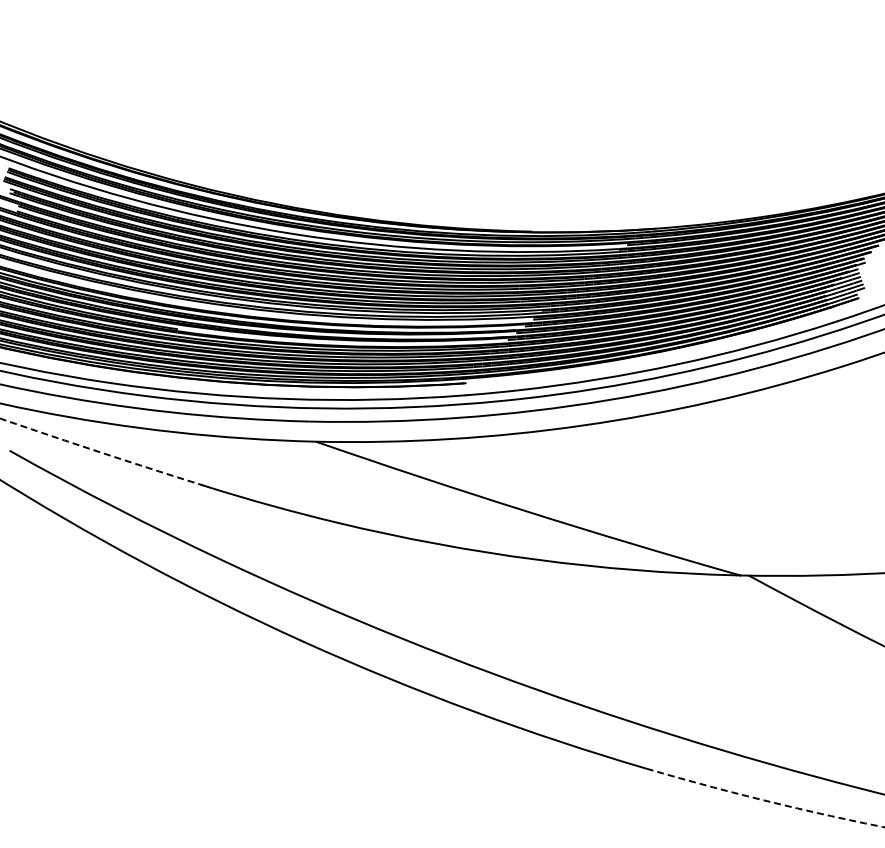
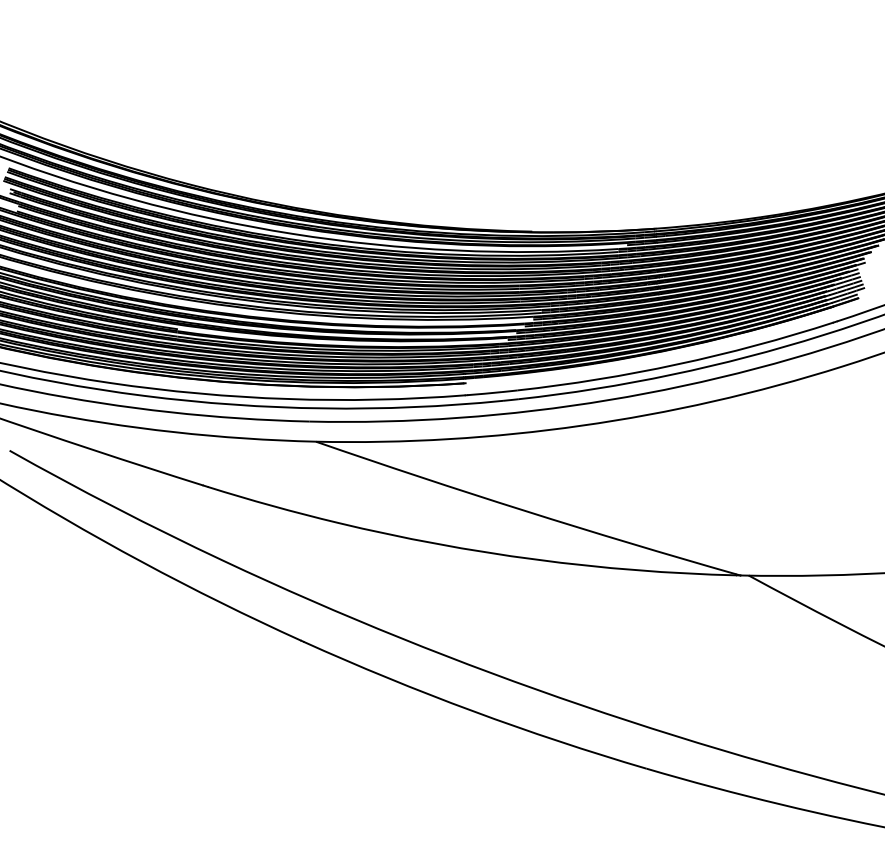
arc at (101, 452): dashed -> solid
arc at (765, 800): dashed -> solid
